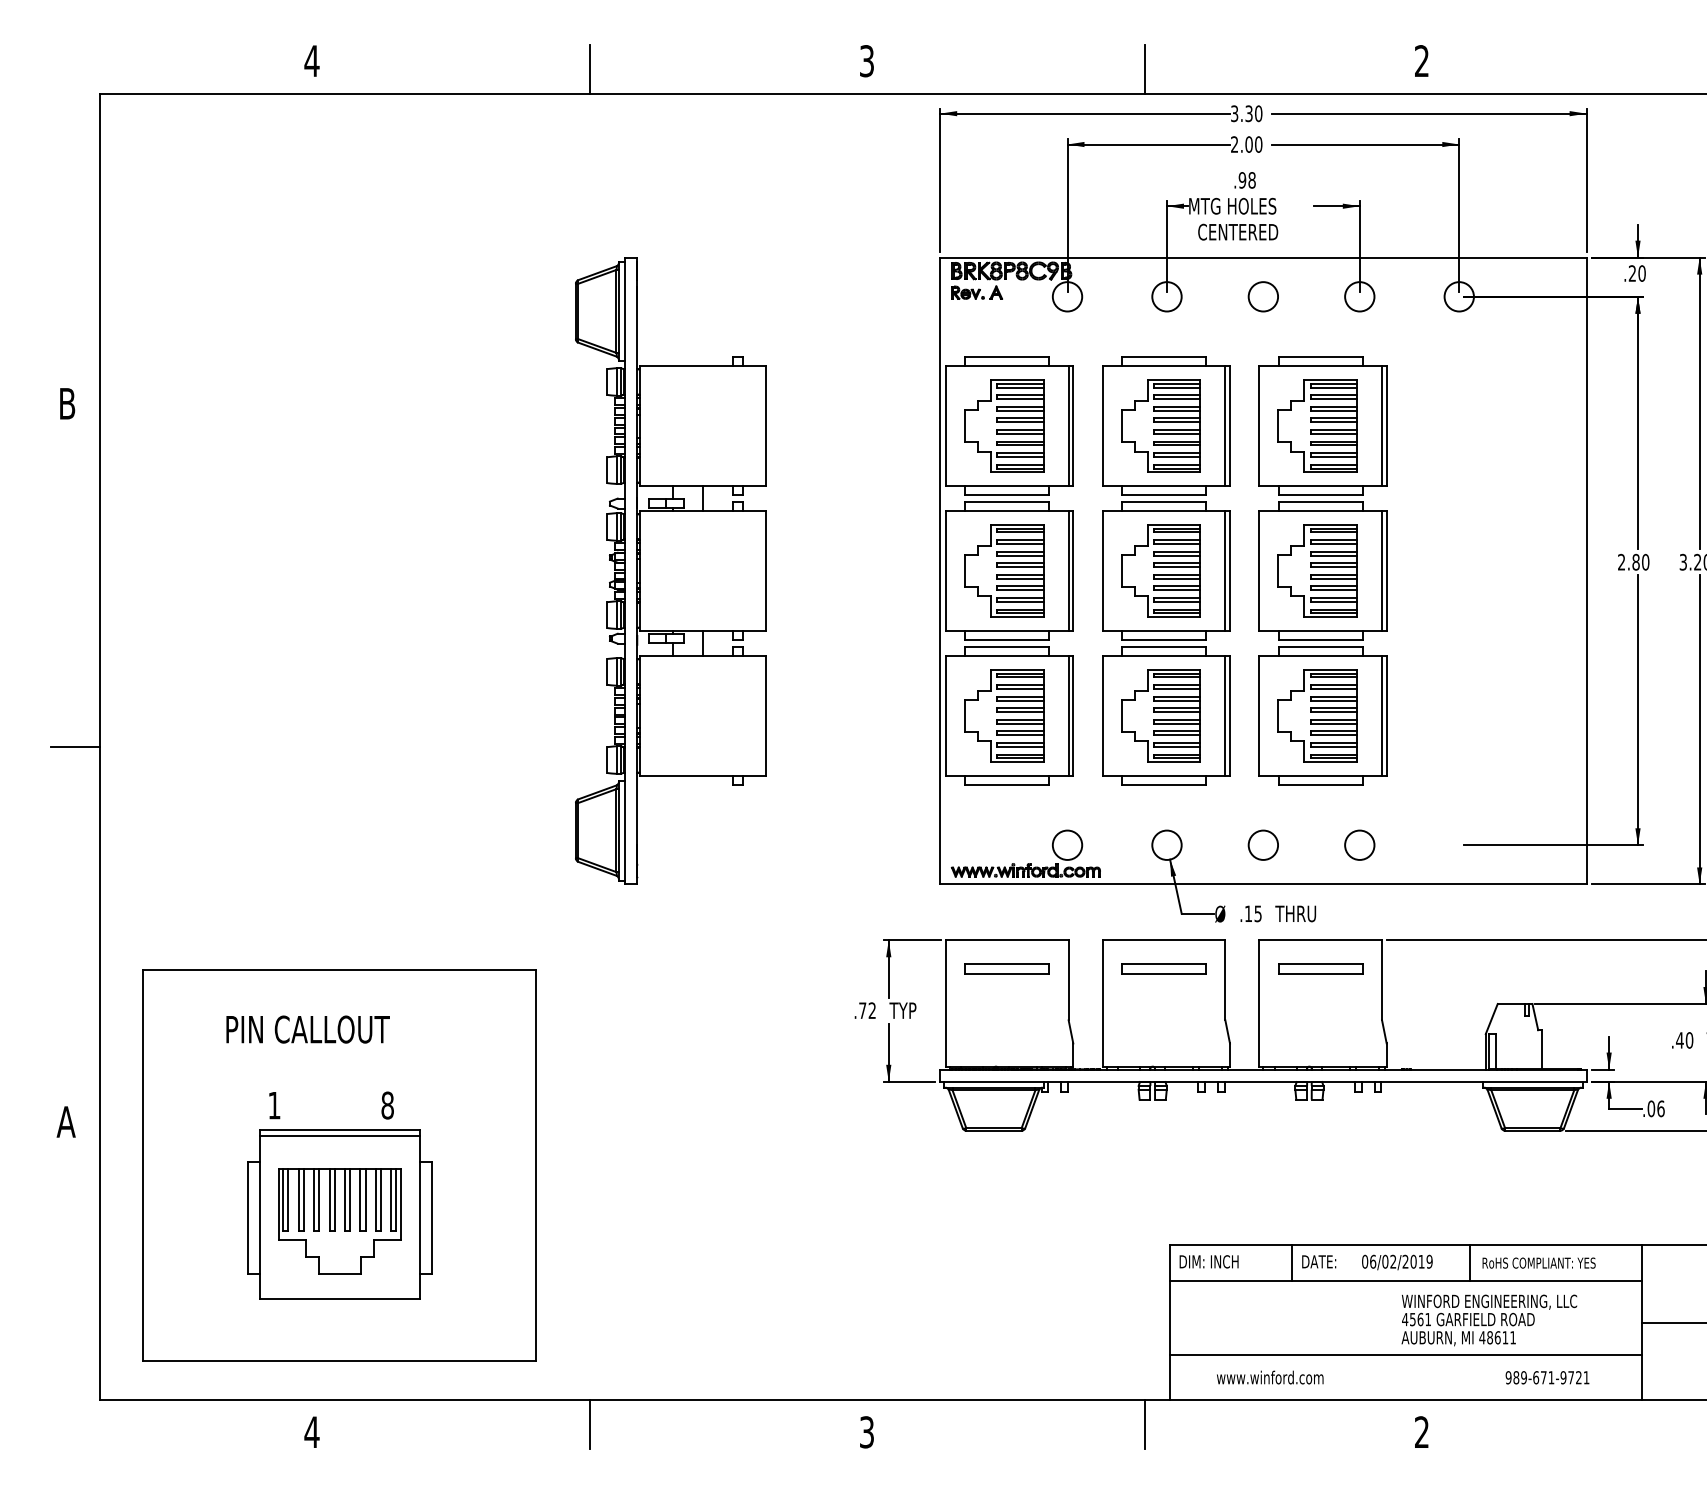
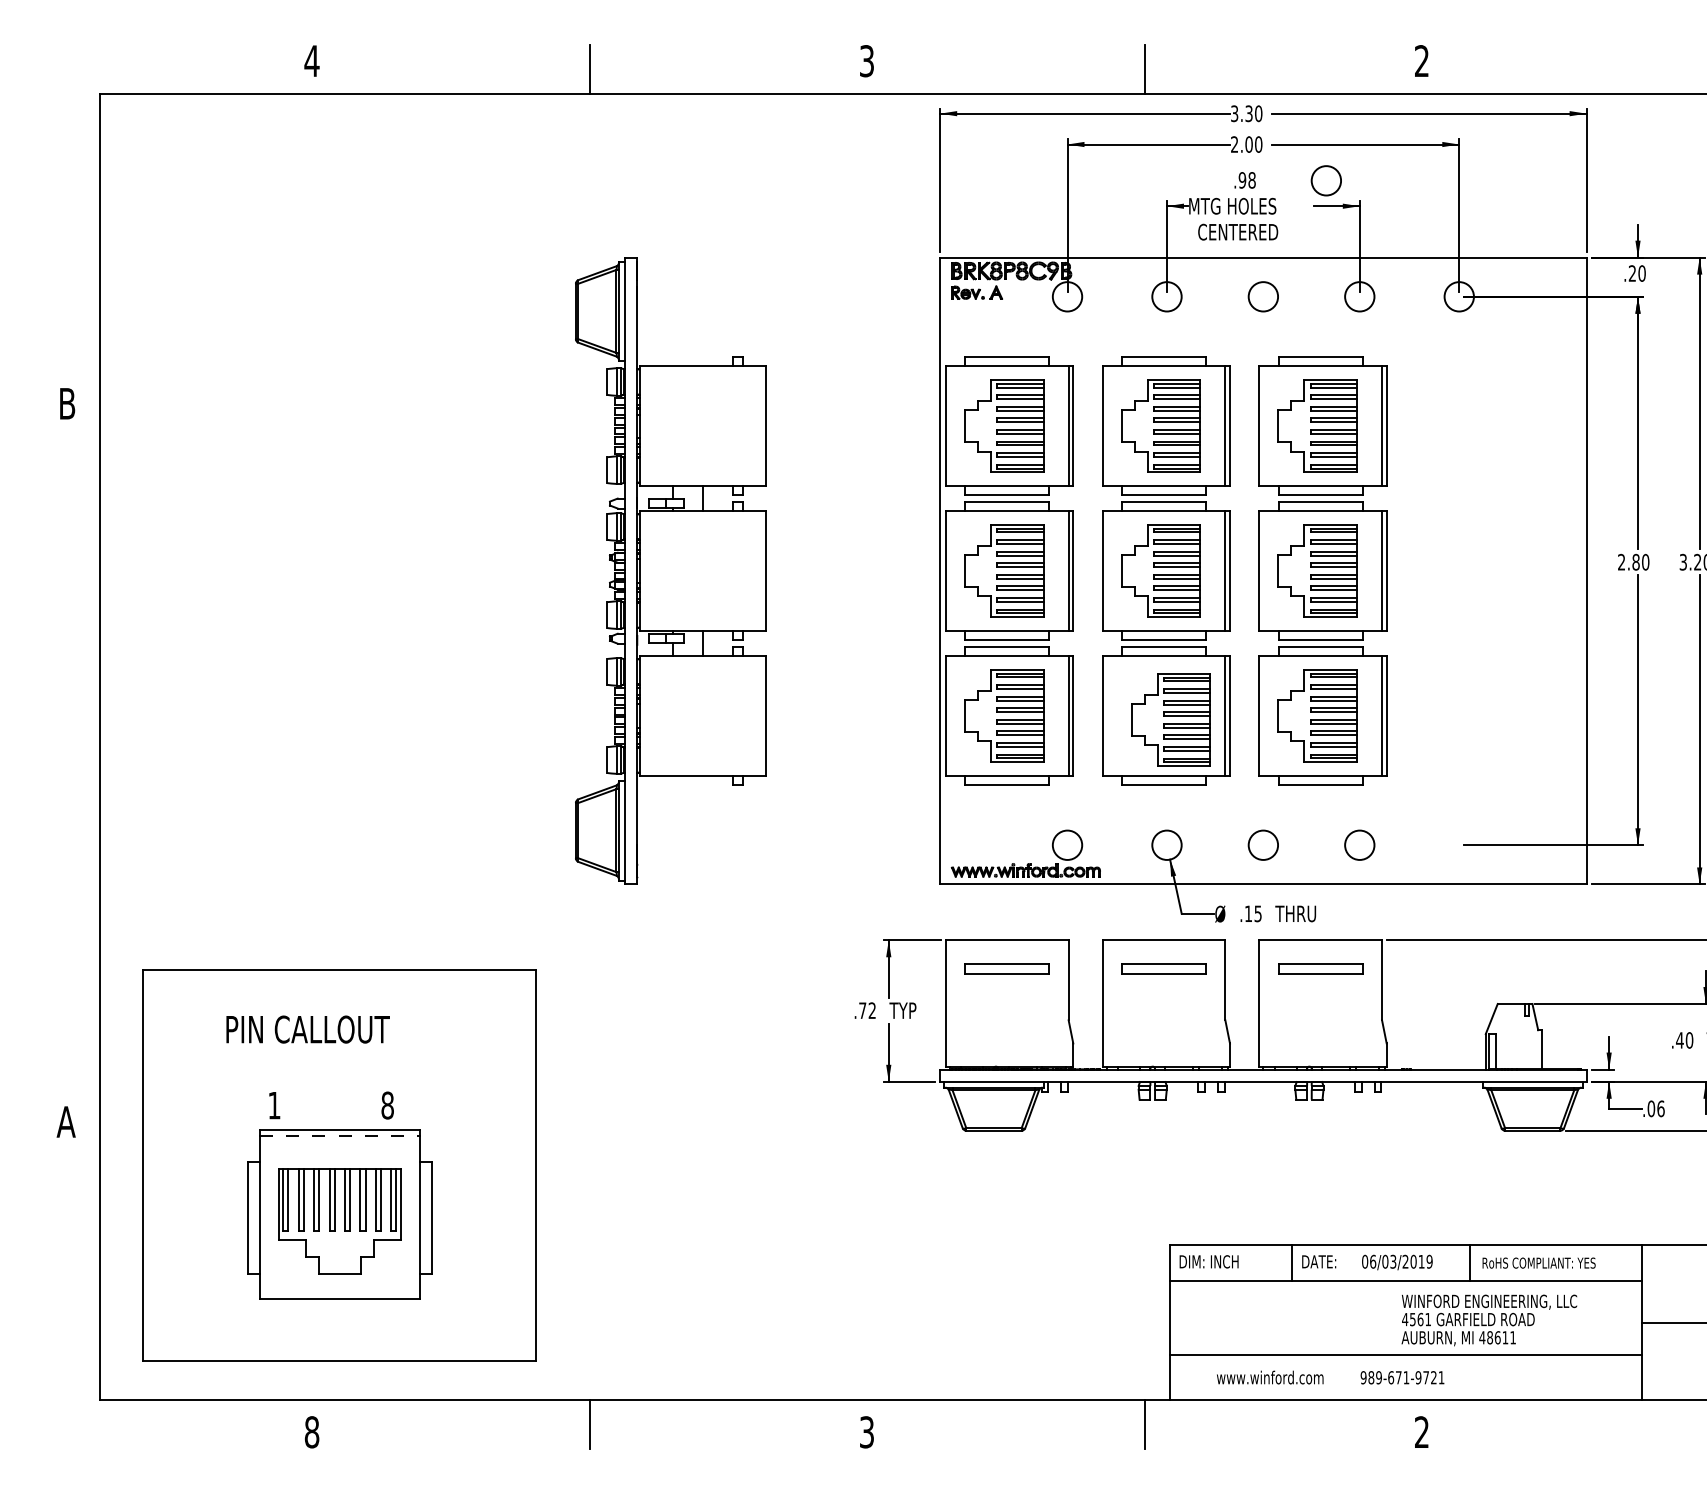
circle at (1325, 180): none -> present
part at (1160, 715) position: (1160, 715) -> (1170, 719)
line at (75, 747): present -> none
line at (339, 1136): solid -> dashed
text at (1393, 1261): 06/02/2019 -> 06/03/2019
text at (1547, 1377) position: (1547, 1377) -> (1402, 1377)
text at (311, 1432): 4 -> 8
